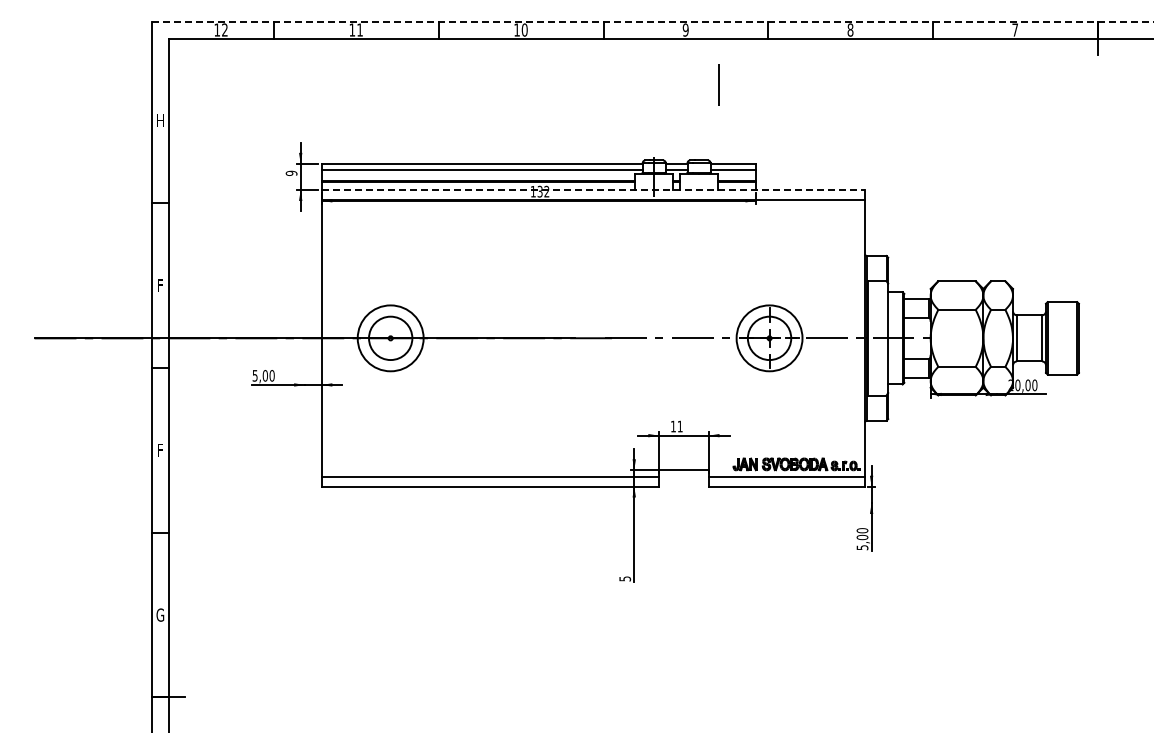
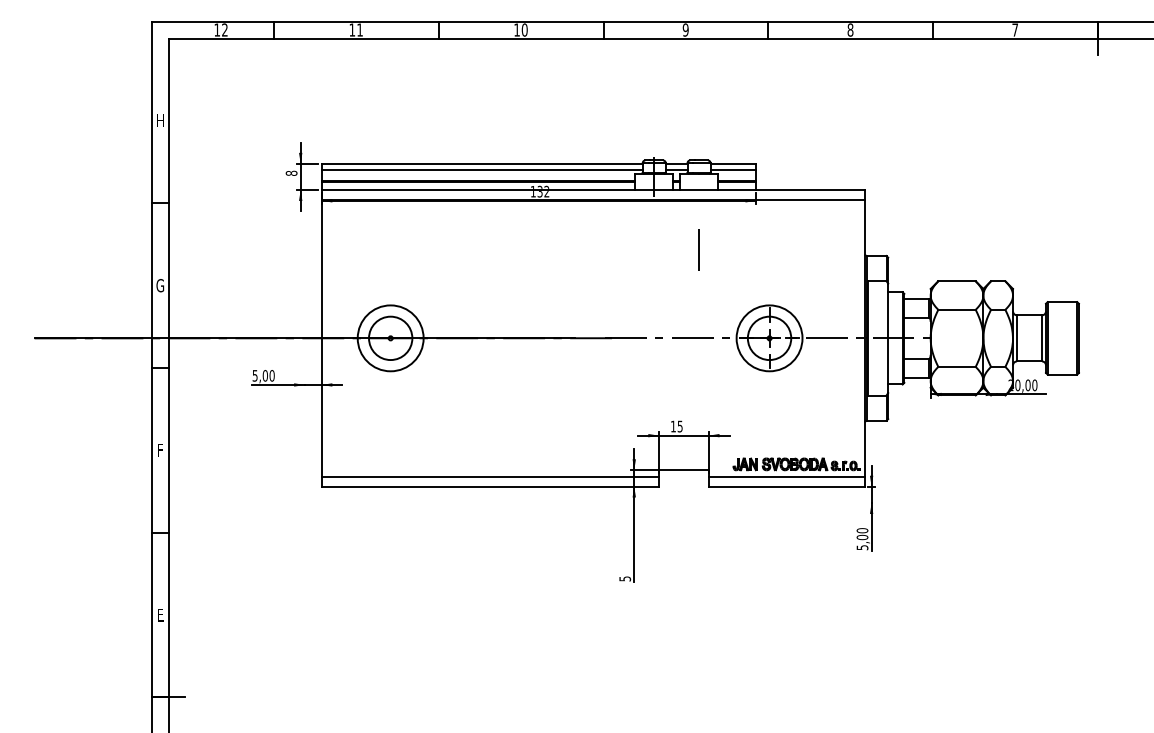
line at (652, 22): dashed -> solid
line at (718, 84) position: (718, 84) -> (698, 249)
text at (291, 172): 9 -> 8
line at (593, 190): dashed -> solid
text at (160, 285): F -> G
text at (679, 426): 11 -> 15
text at (160, 614): G -> E
